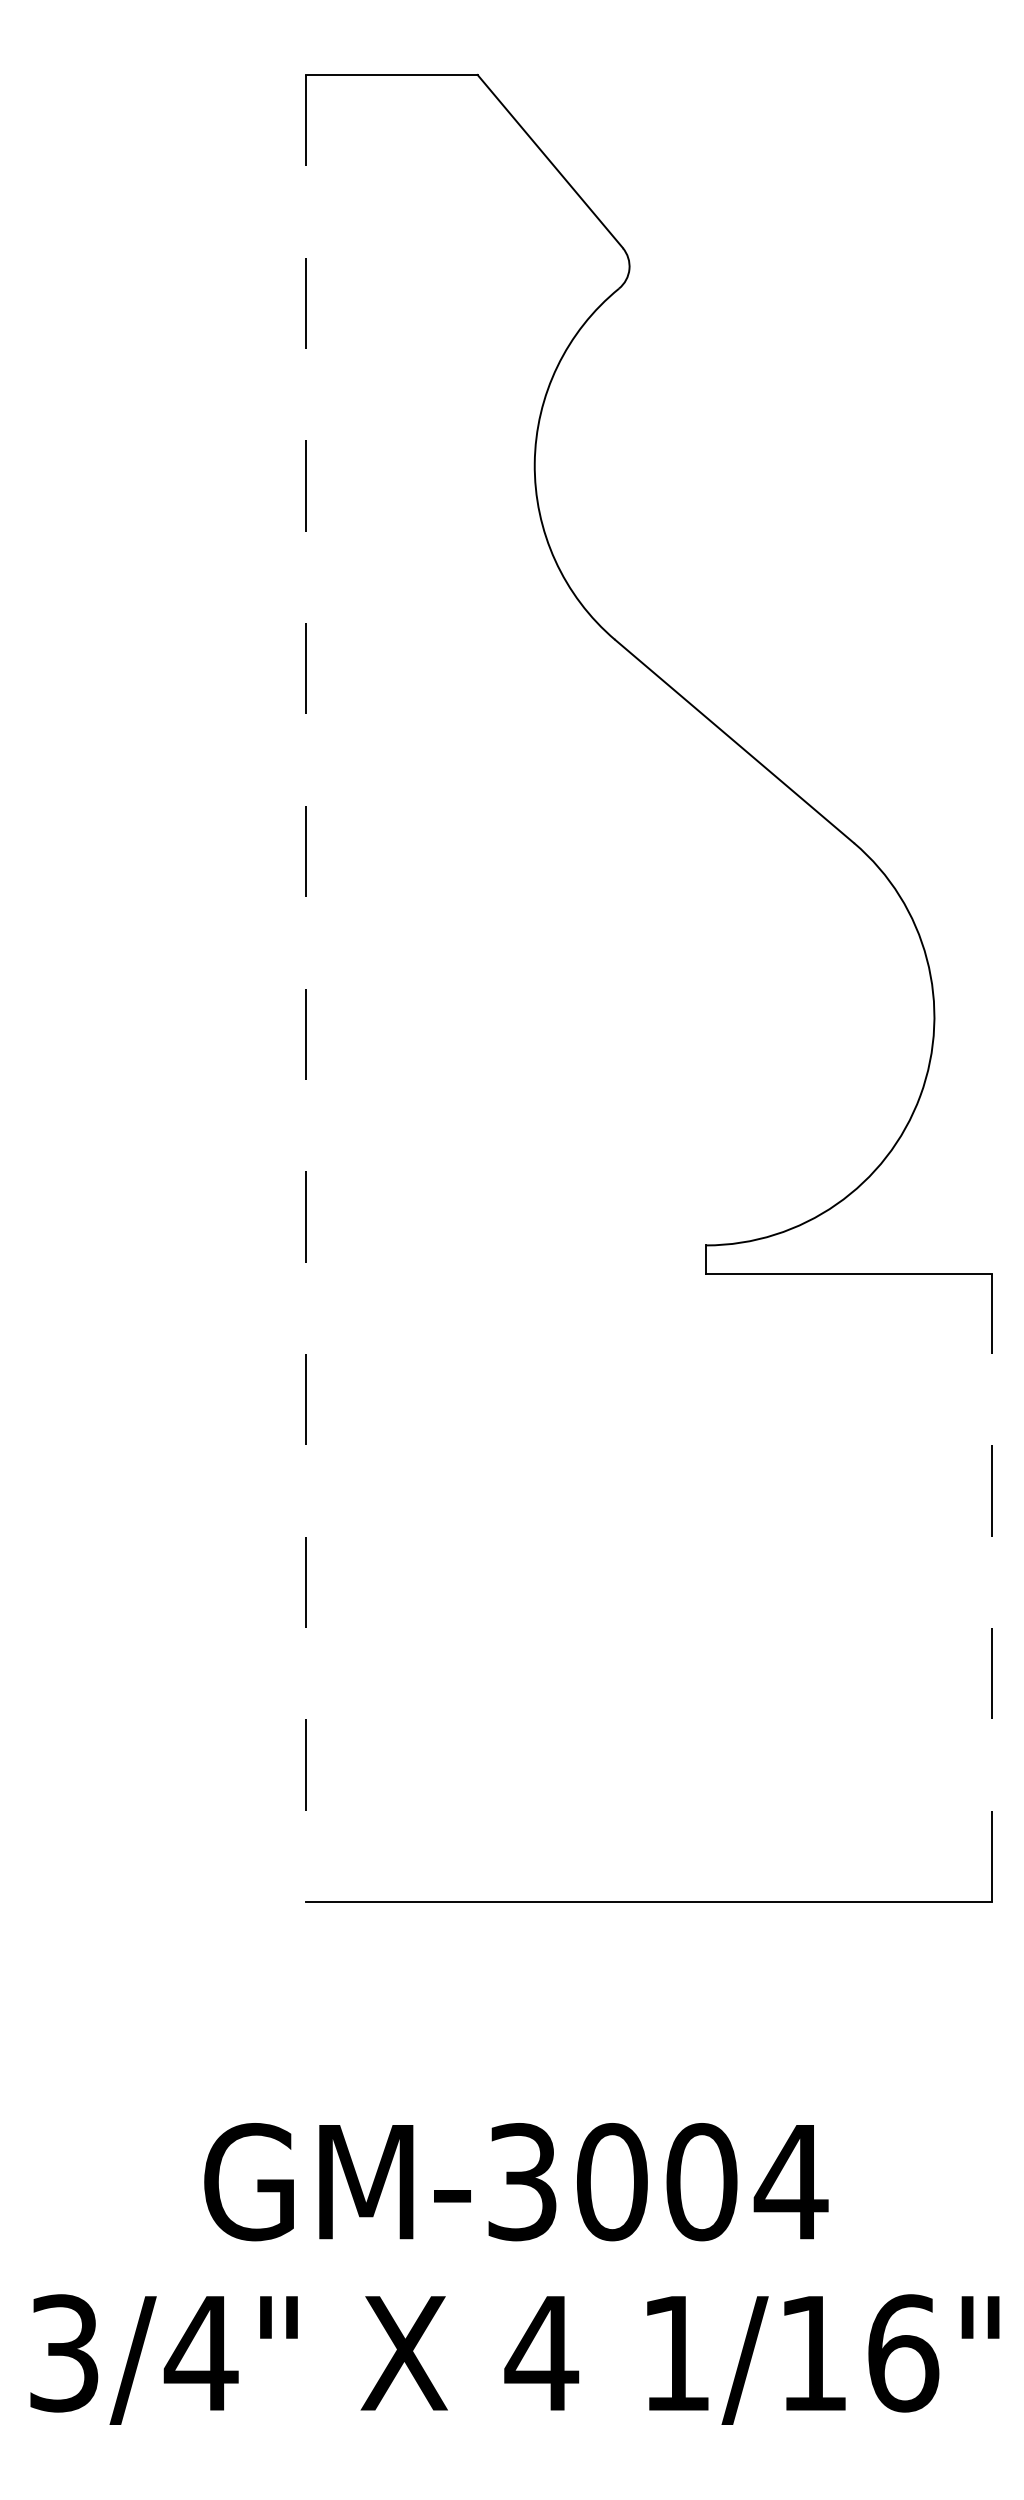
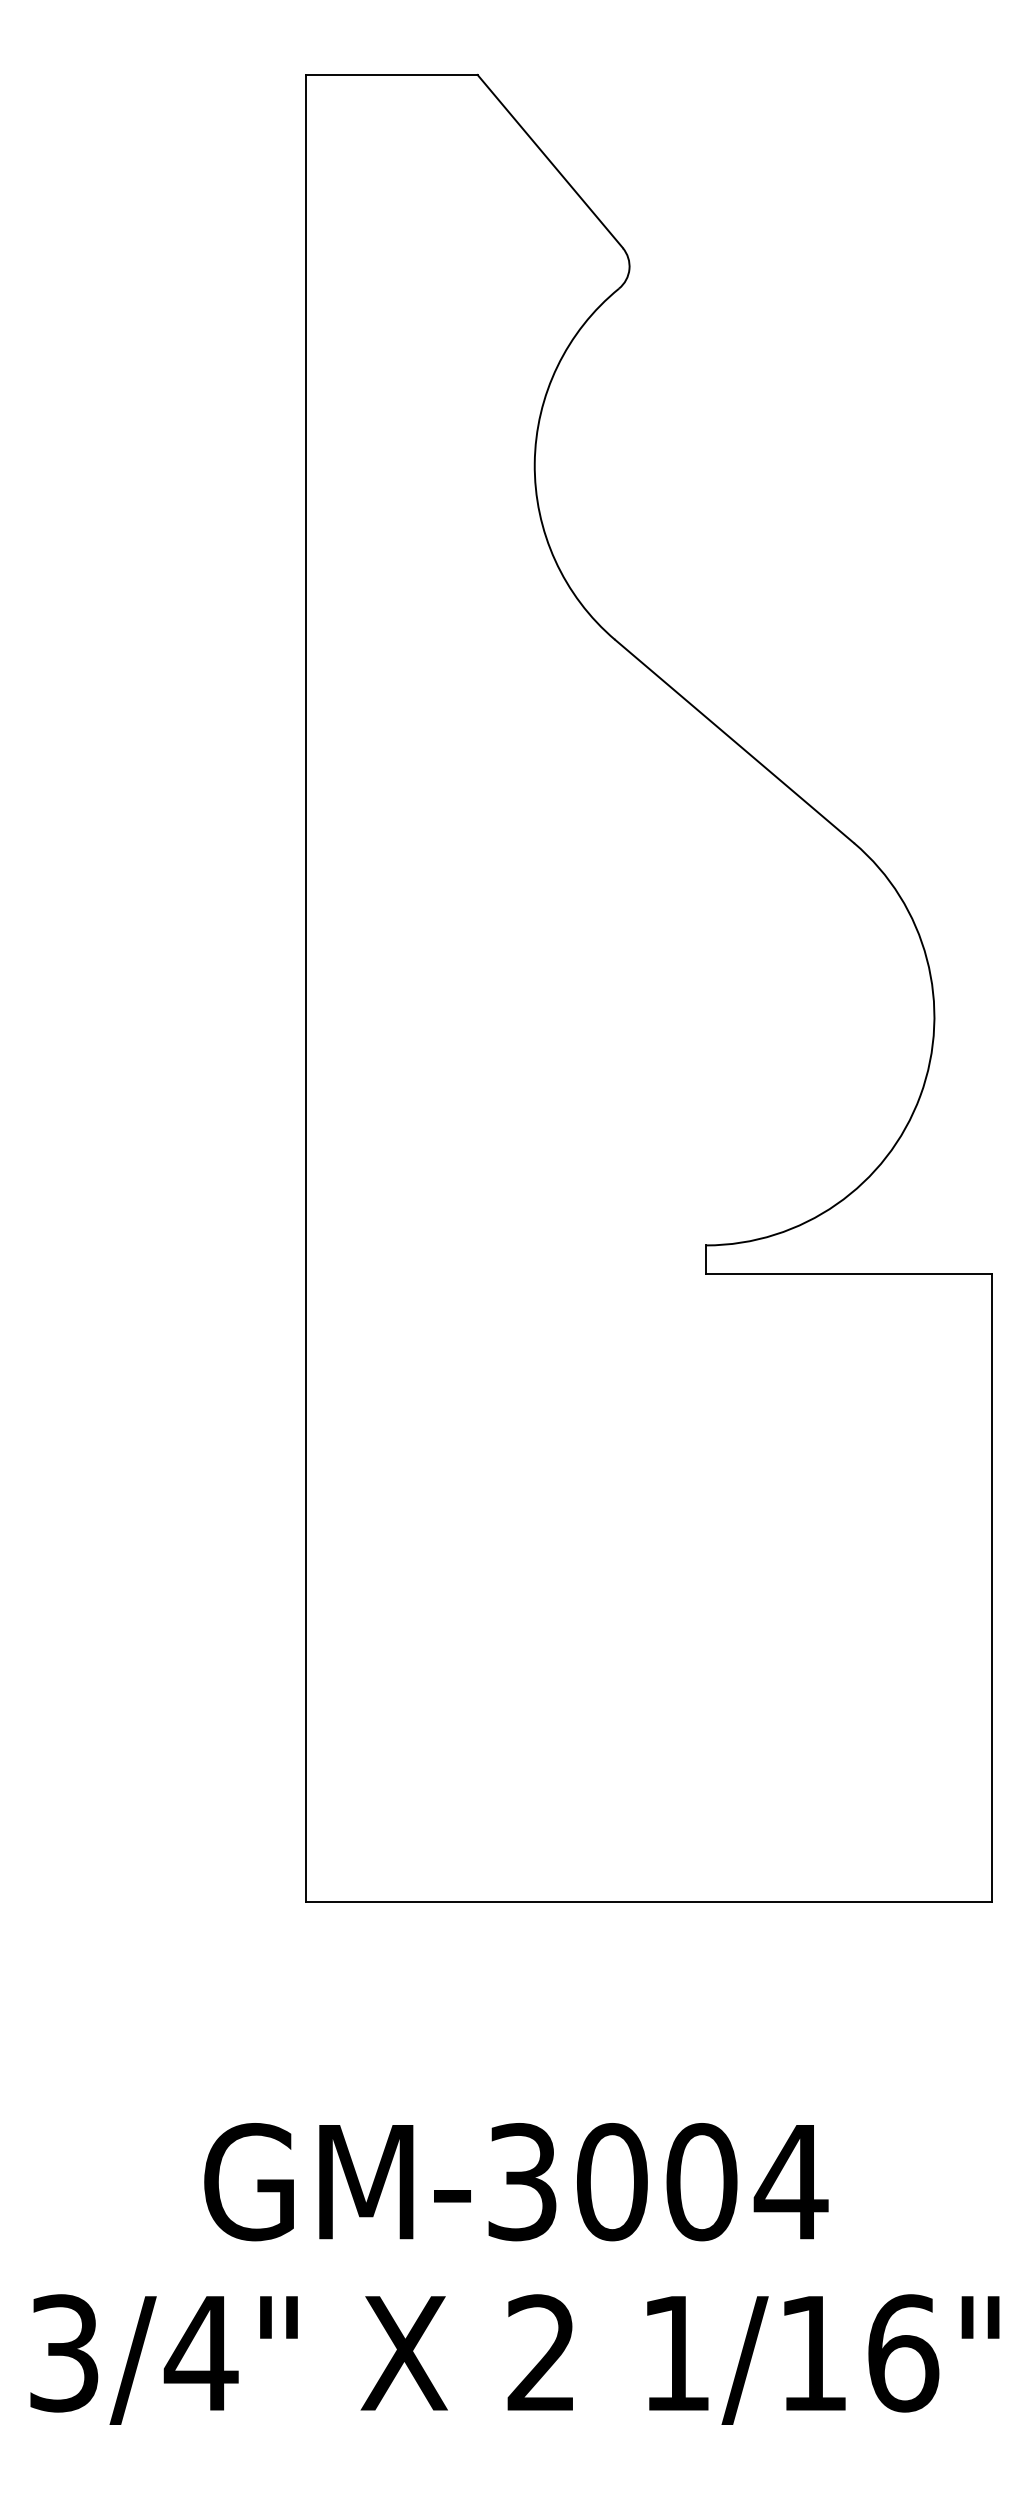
line at (306, 988): dashed -> solid
line at (991, 1587): dashed -> solid
text at (541, 2352): 4 -> 2
